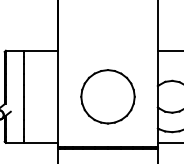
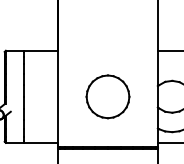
part at (107, 96) size: 56x56 px -> 46x46 px
